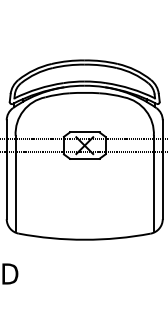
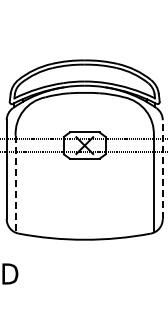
line at (162, 169): solid -> dashed
line at (15, 183): solid -> dashed
